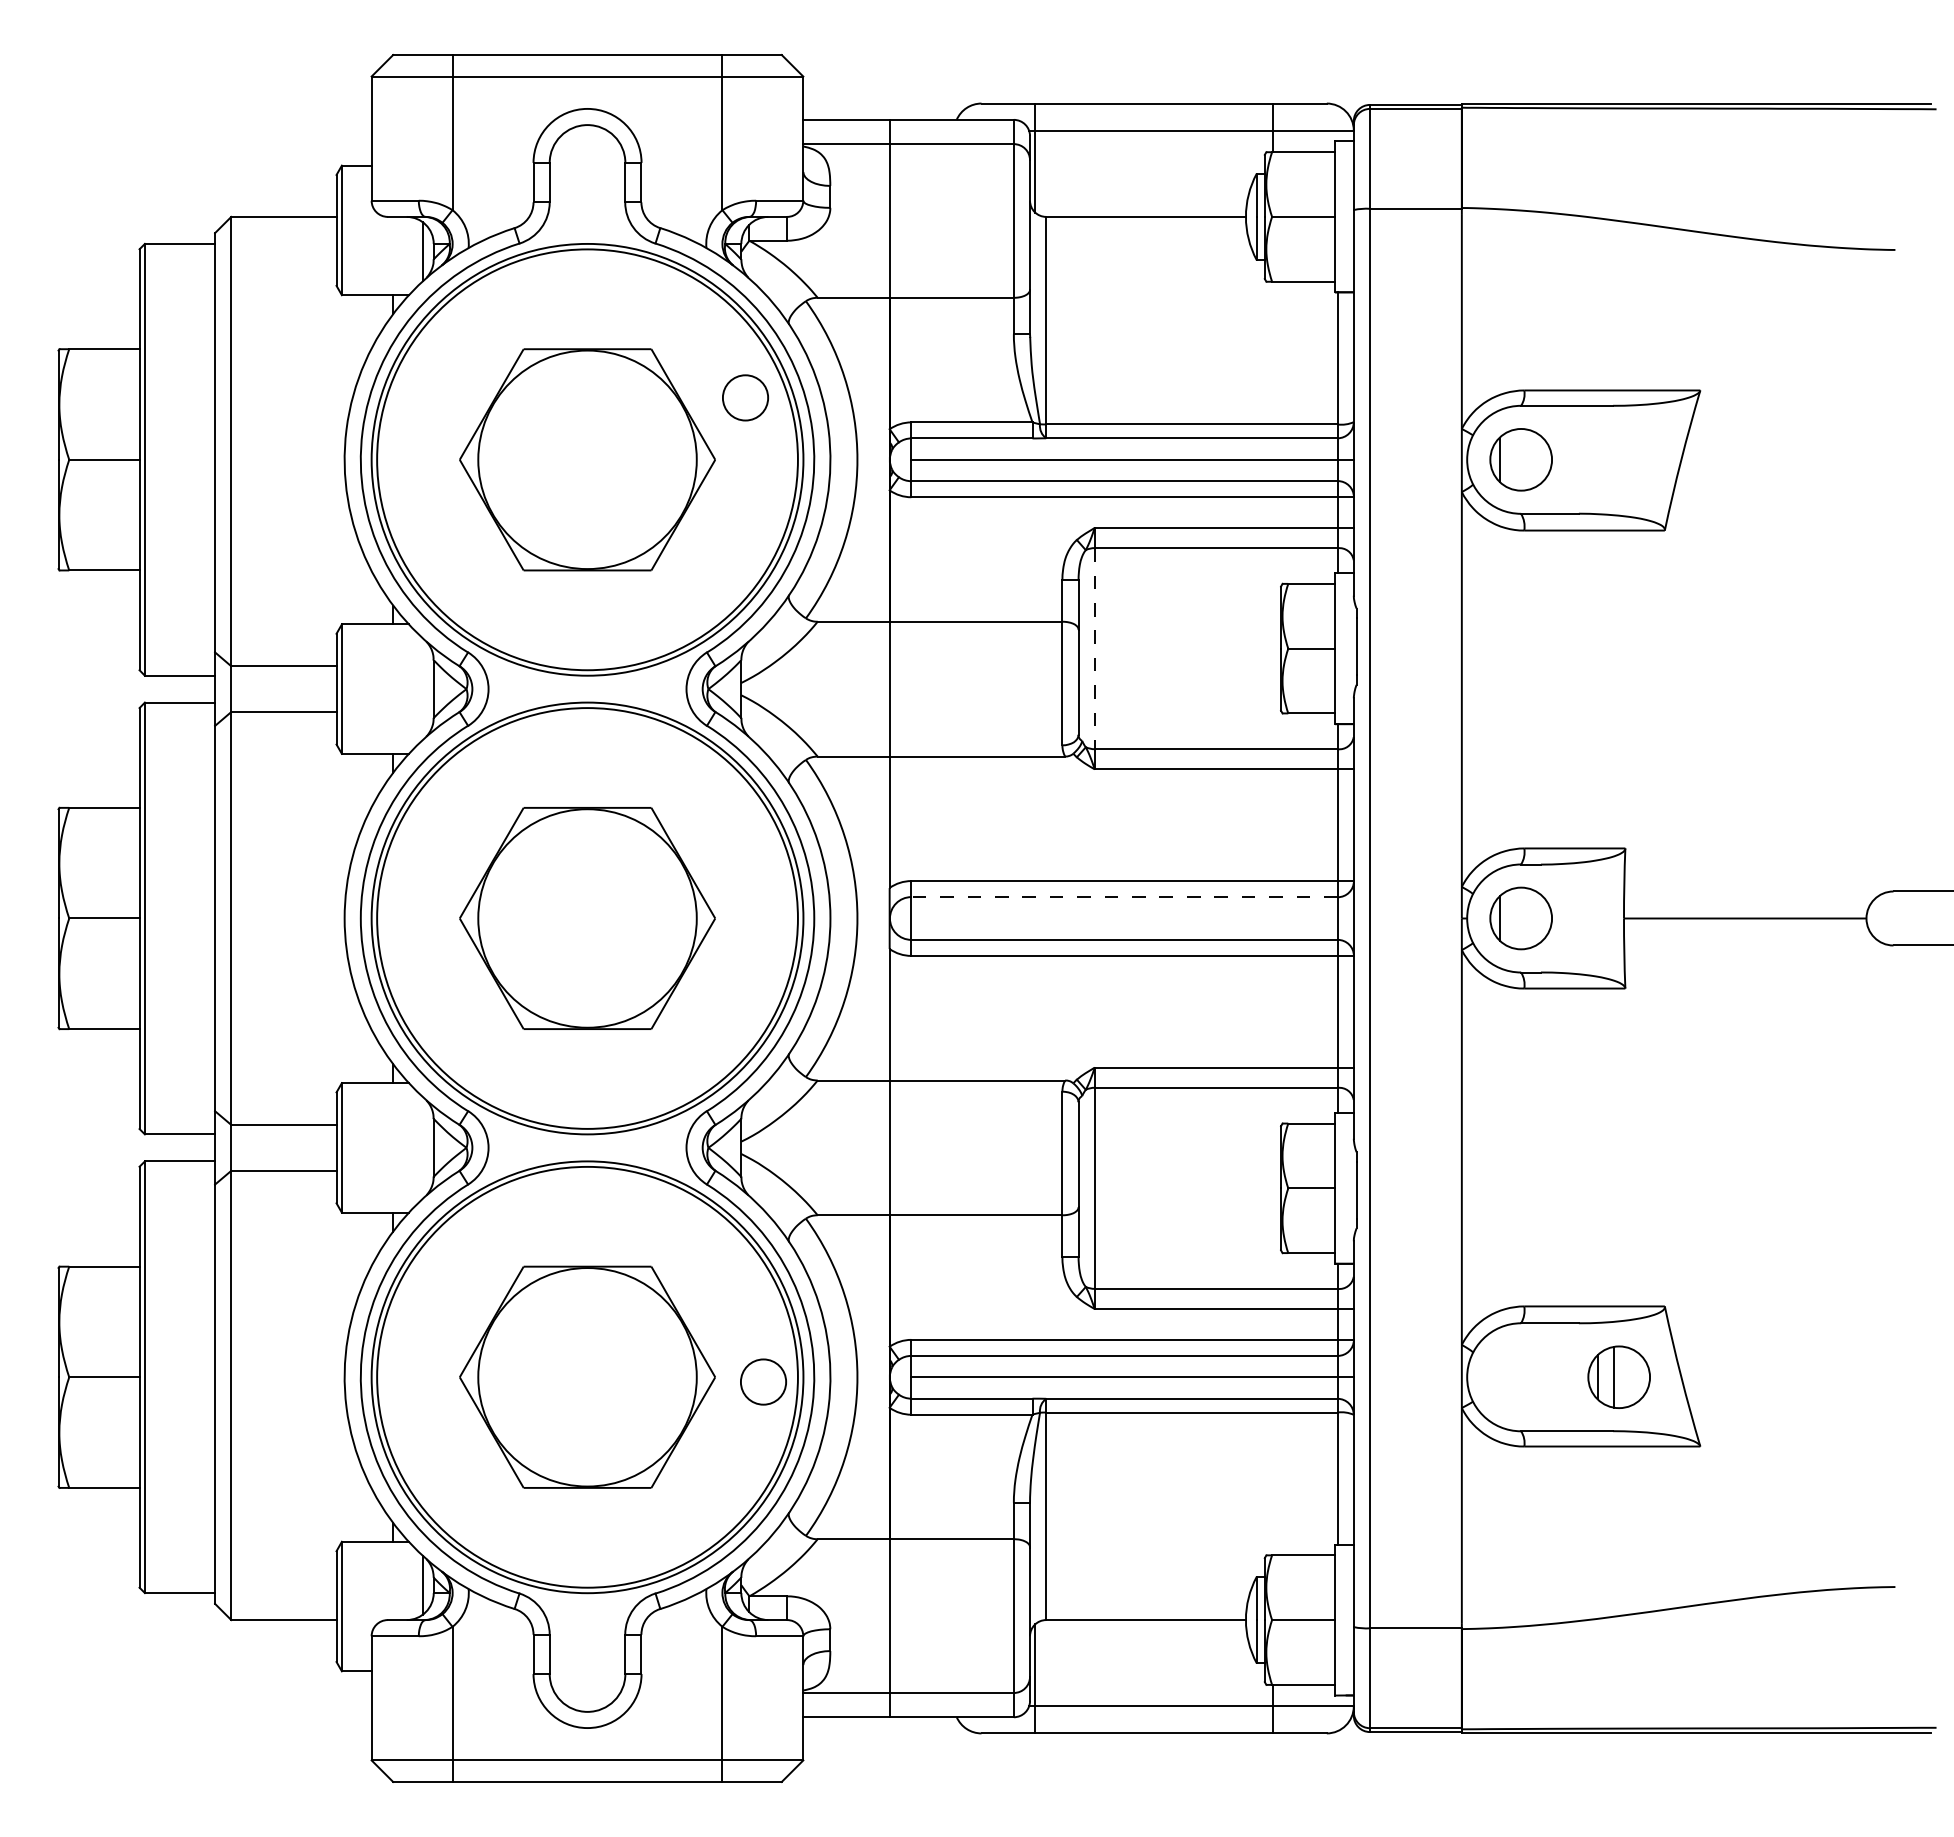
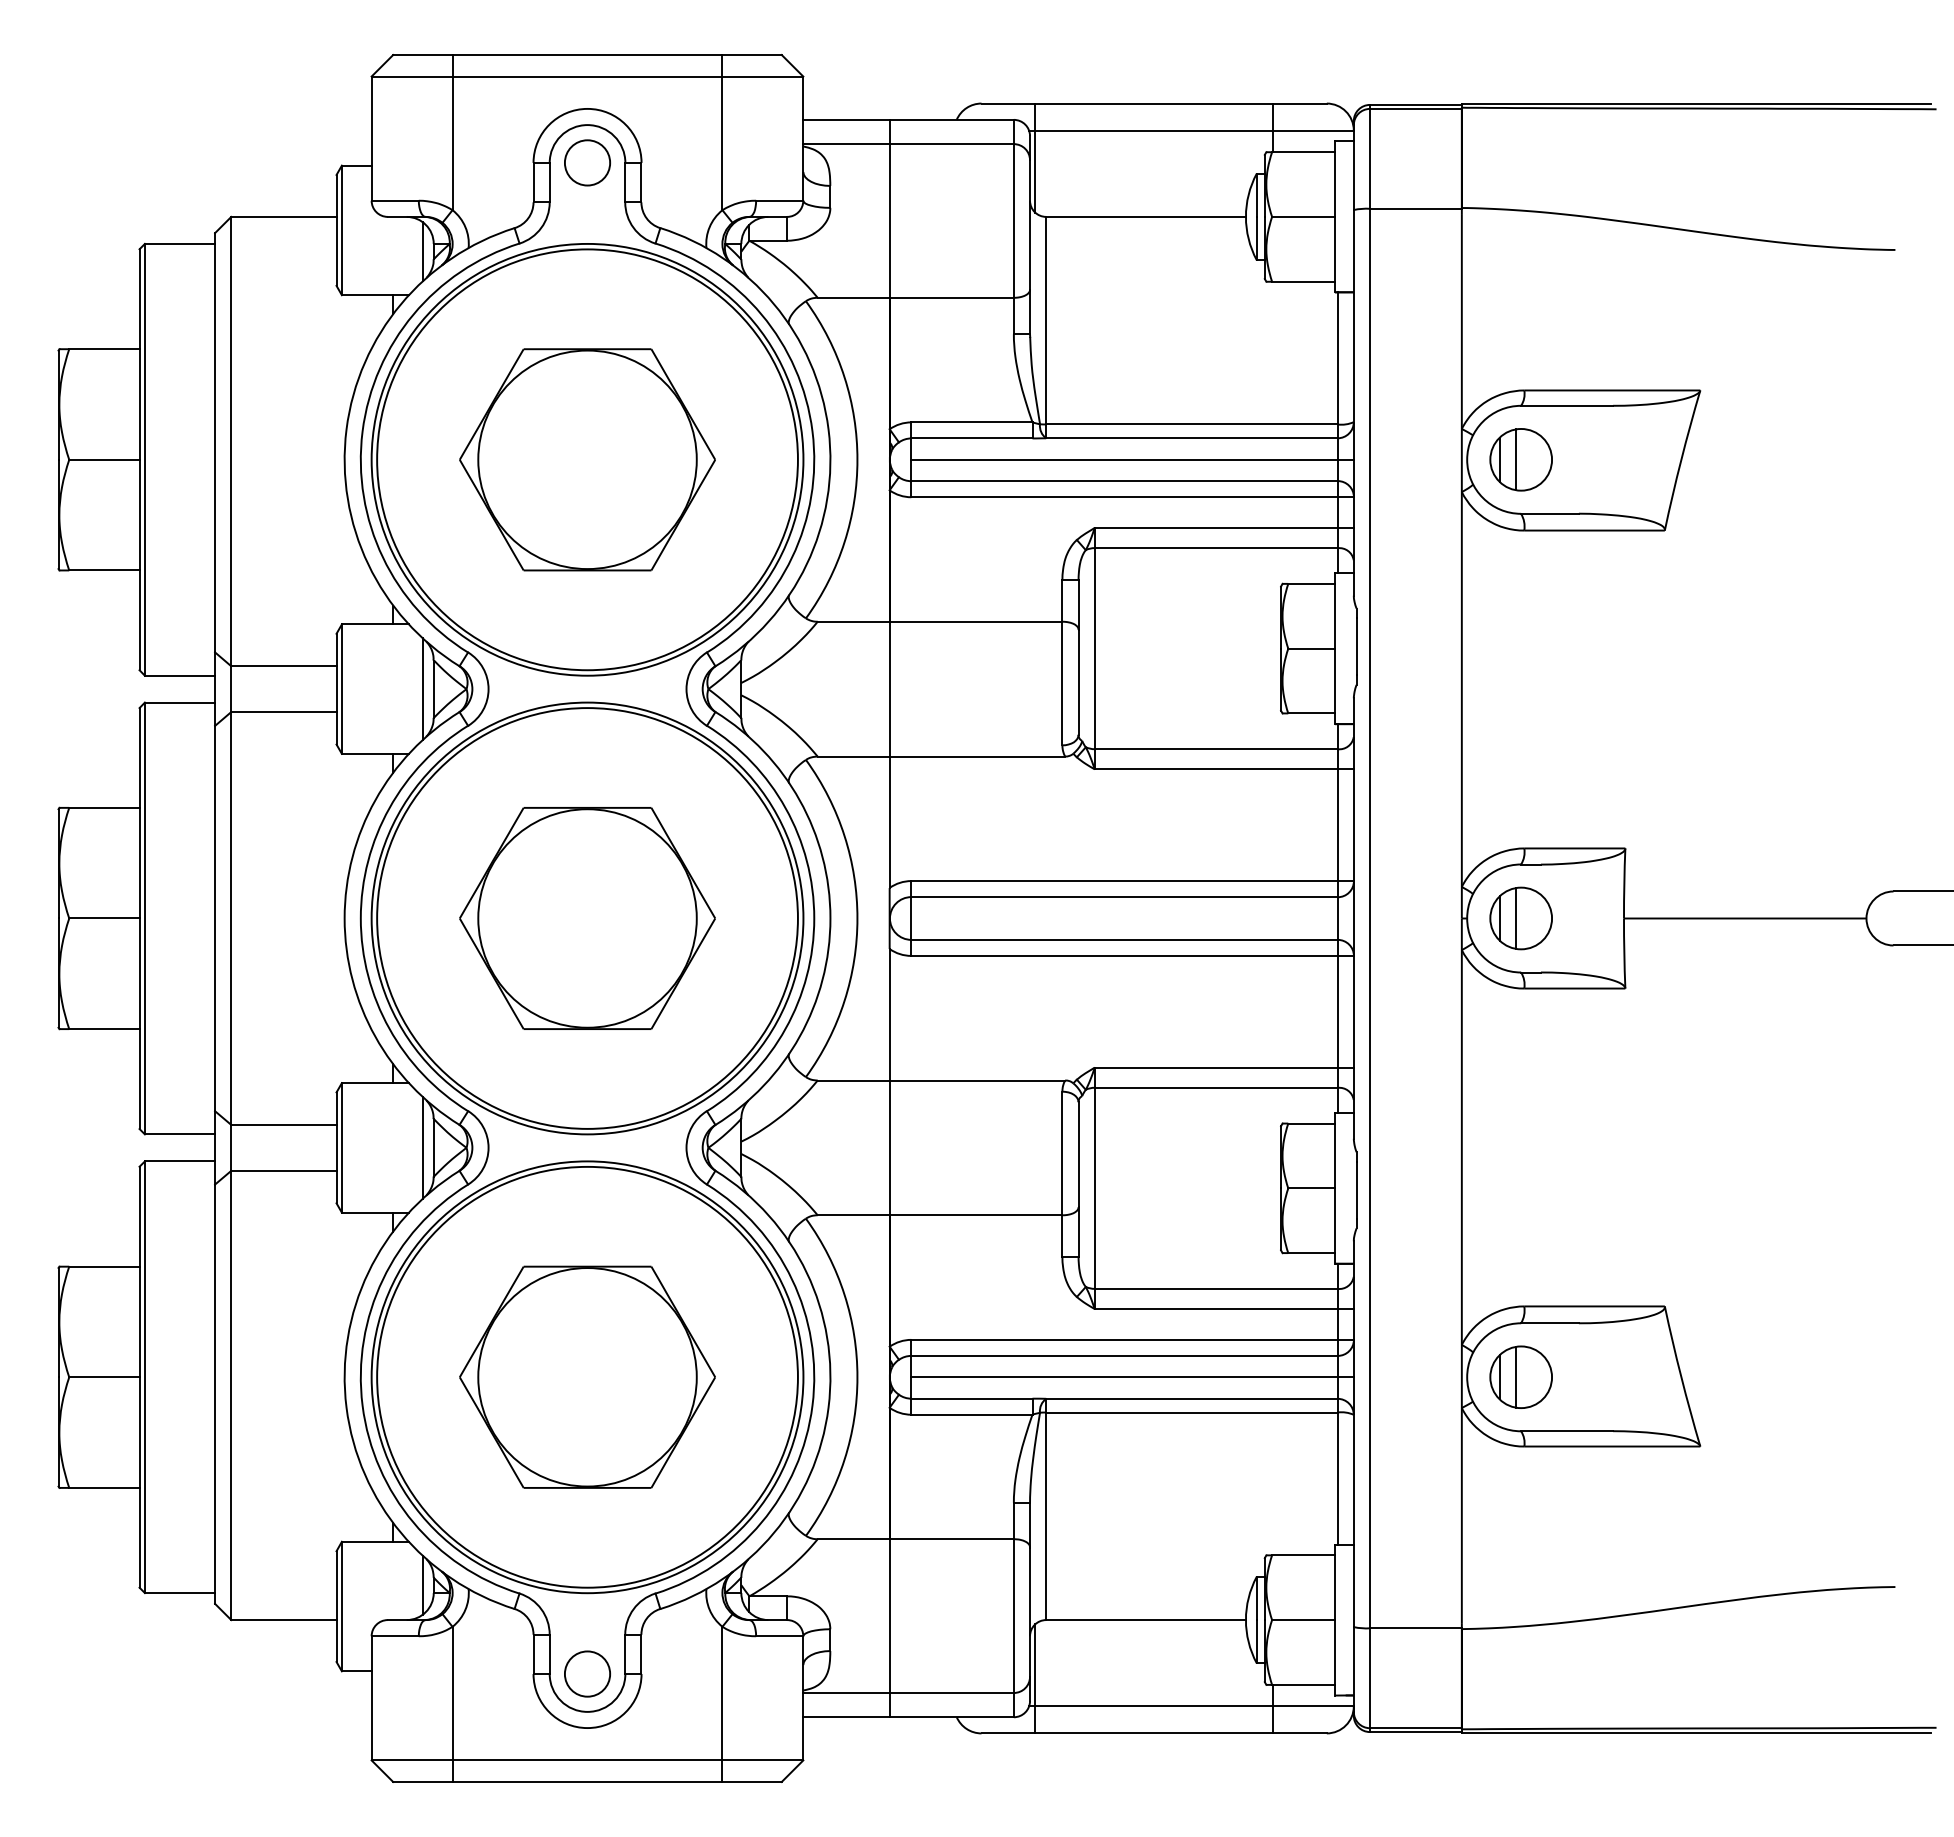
circle at (745, 397) position: (745, 397) -> (587, 162)
line at (1515, 459): none -> present
line at (1094, 648): dashed -> solid
line at (422, 689): none -> present
line at (1123, 897): dashed -> solid
line at (1515, 918): none -> present
line at (422, 1147): none -> present
part at (1618, 1376) position: (1618, 1376) -> (1520, 1376)
circle at (763, 1381) position: (763, 1381) -> (587, 1673)
